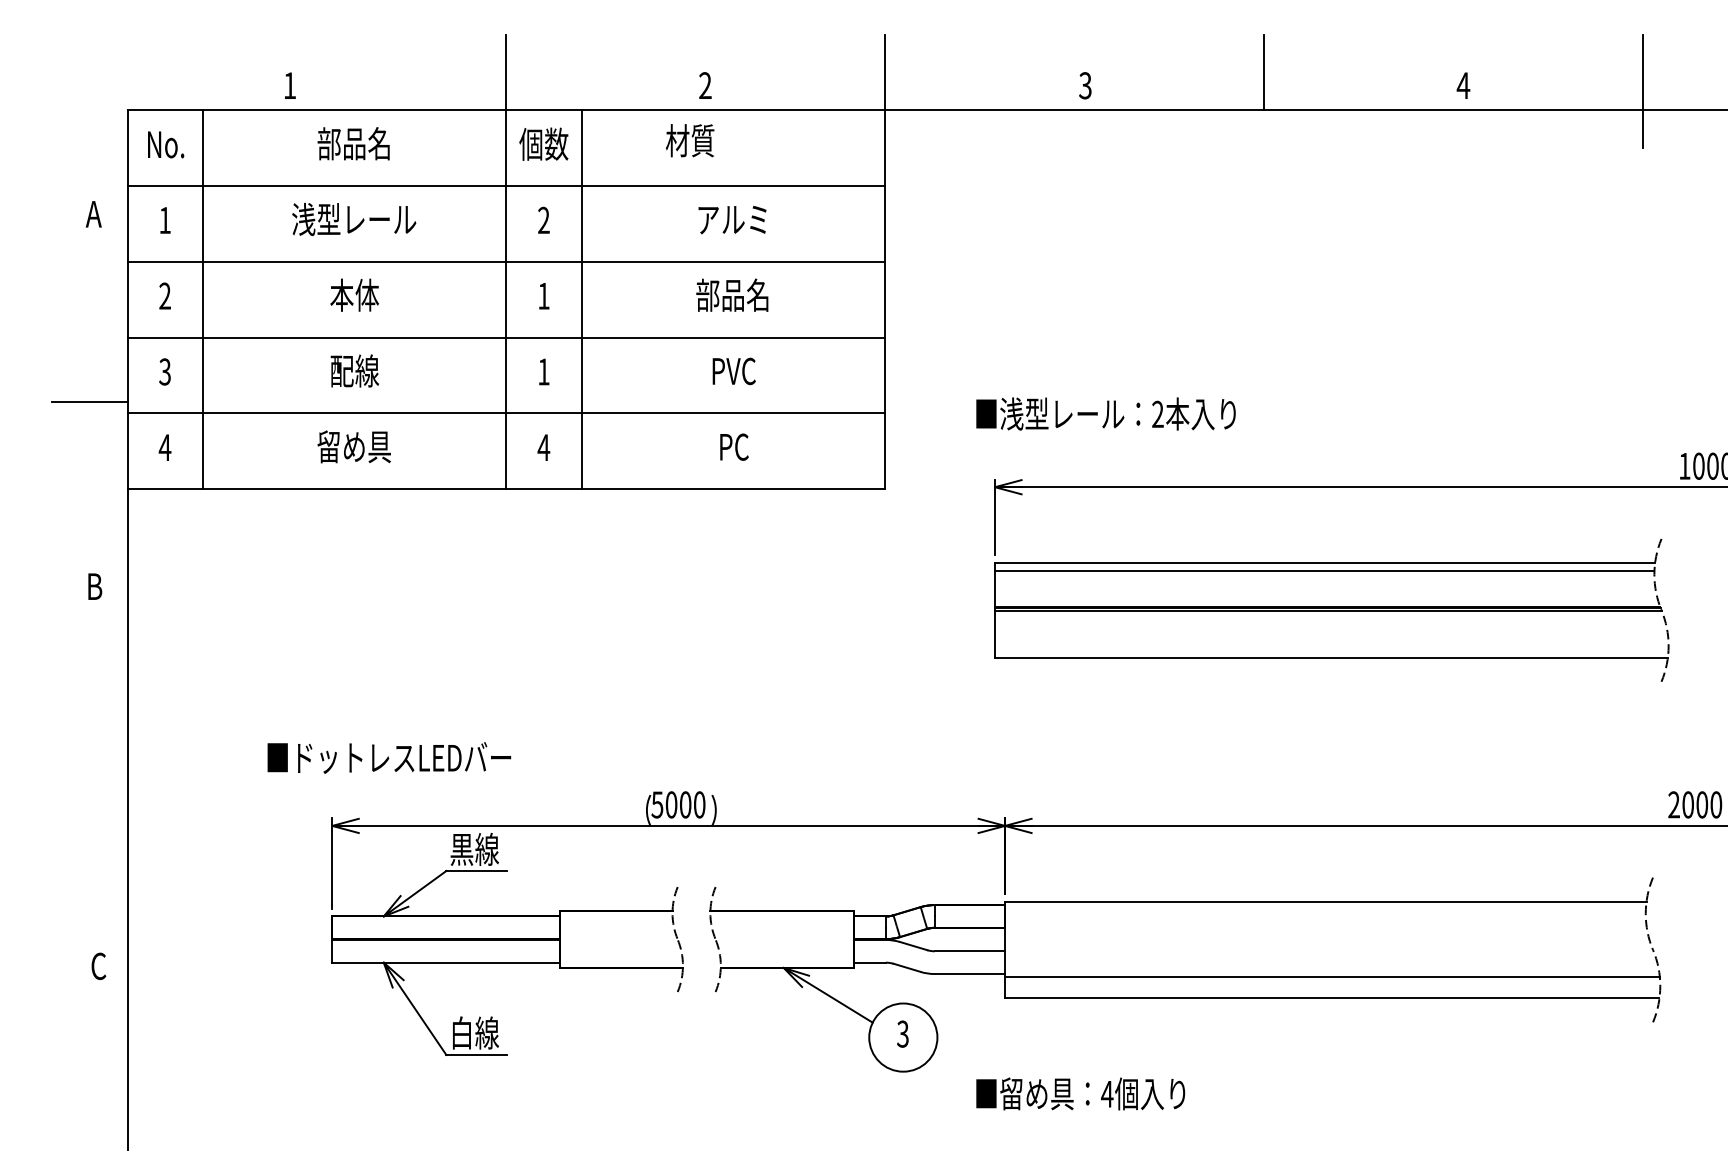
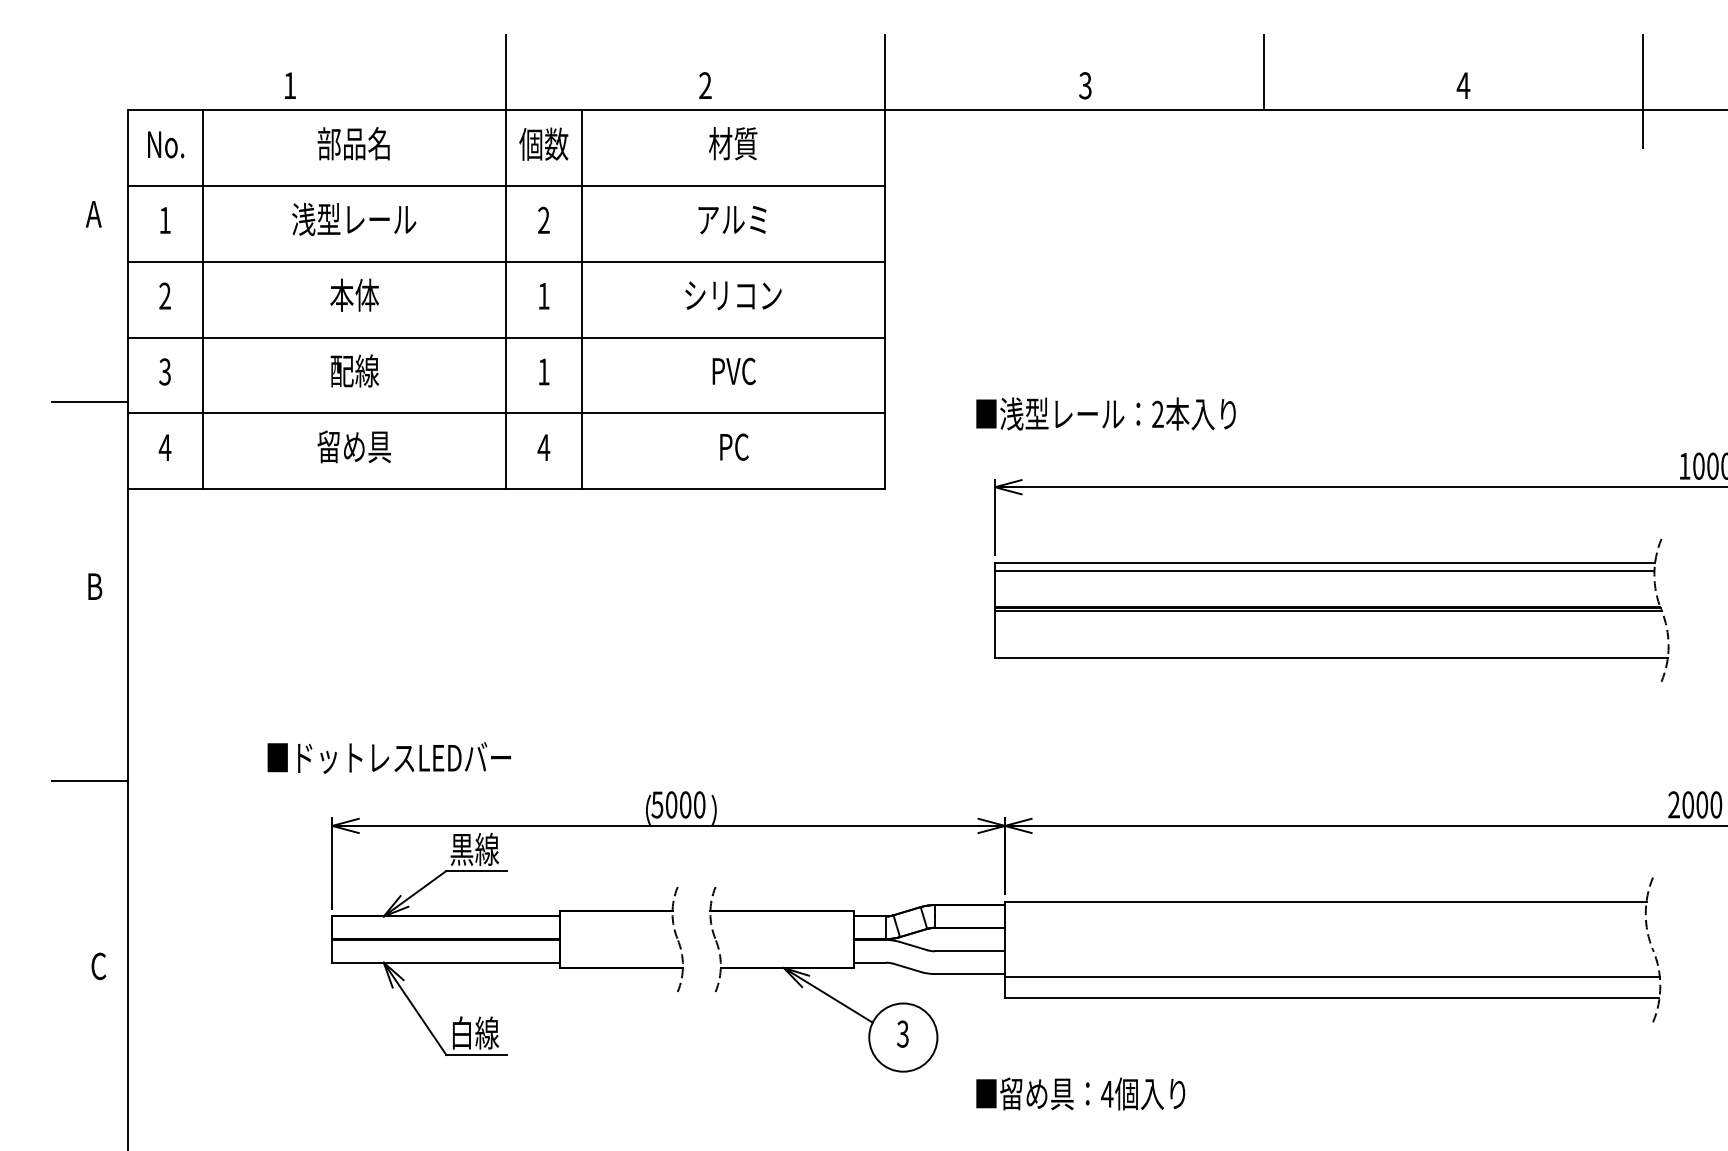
text at (690, 140) position: (690, 140) -> (733, 143)
text at (733, 294): 部品名 -> シリコン
line at (89, 780): none -> present
